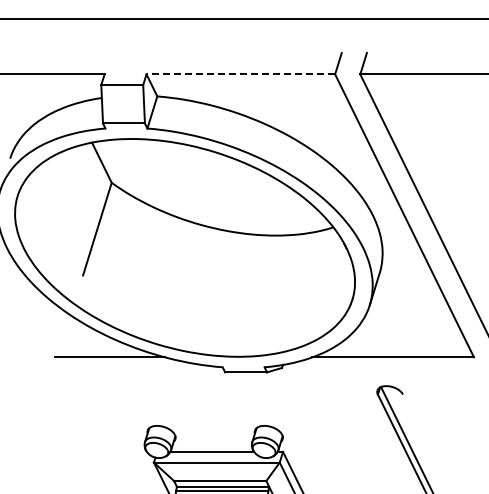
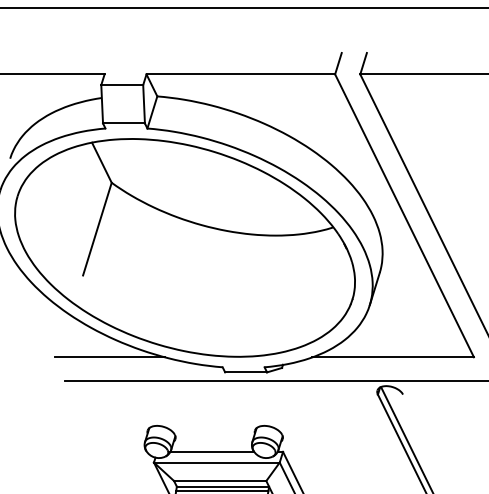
line at (243, 18) position: (243, 18) -> (243, 7)
line at (240, 74): dashed -> solid
line at (274, 381): none -> present
